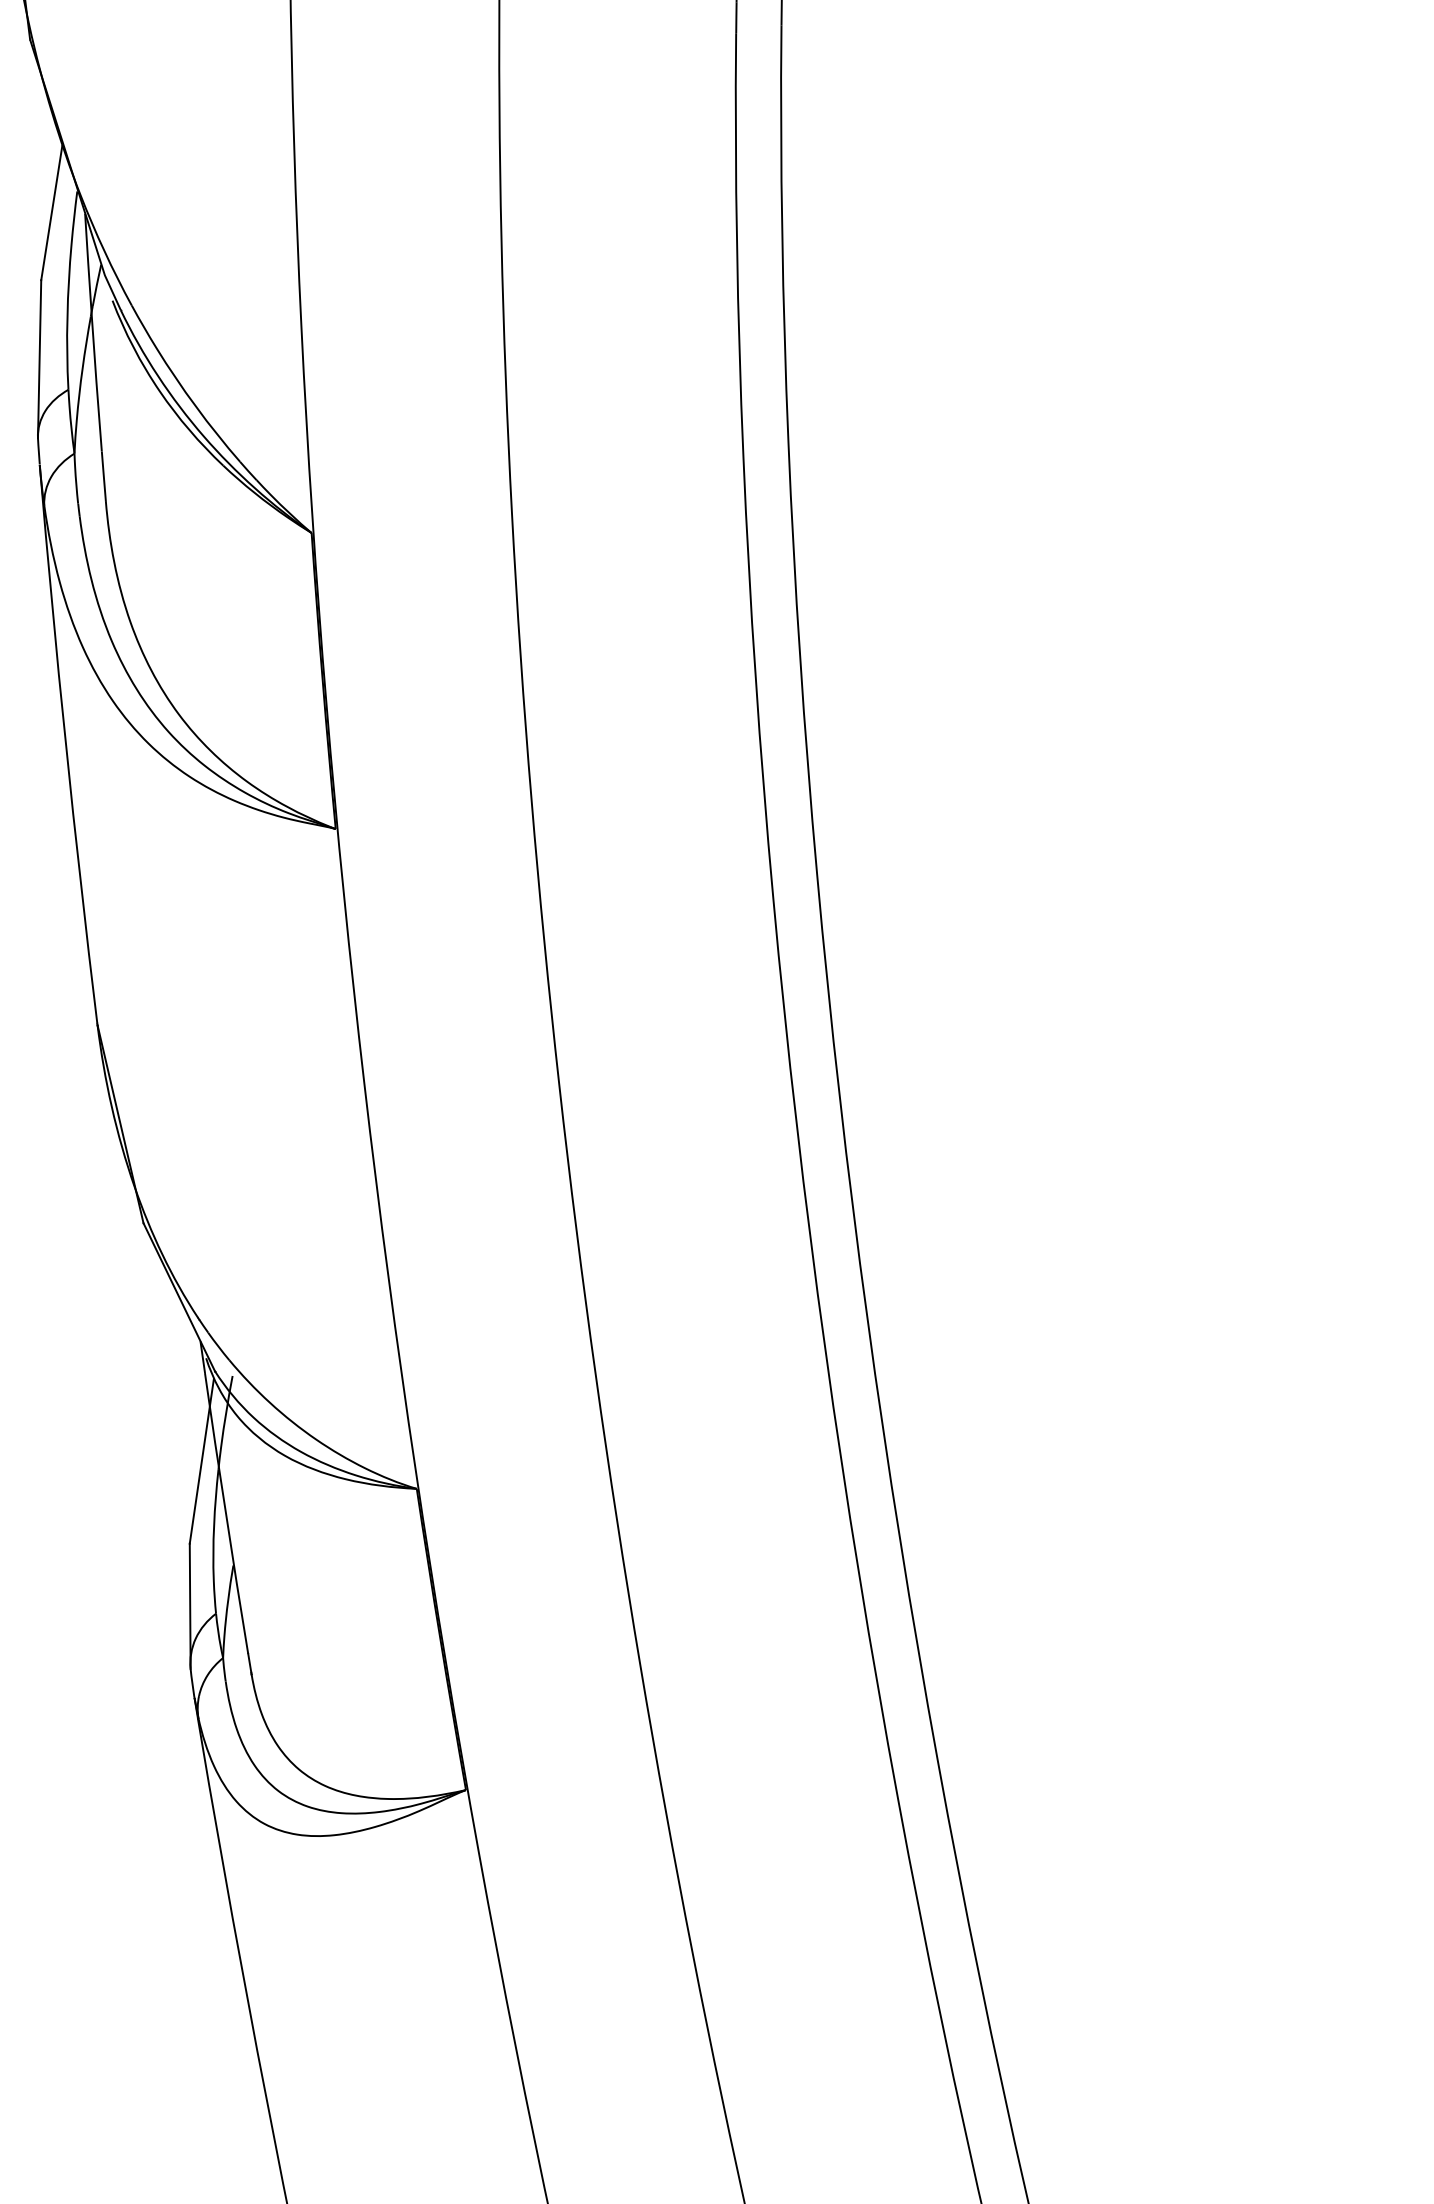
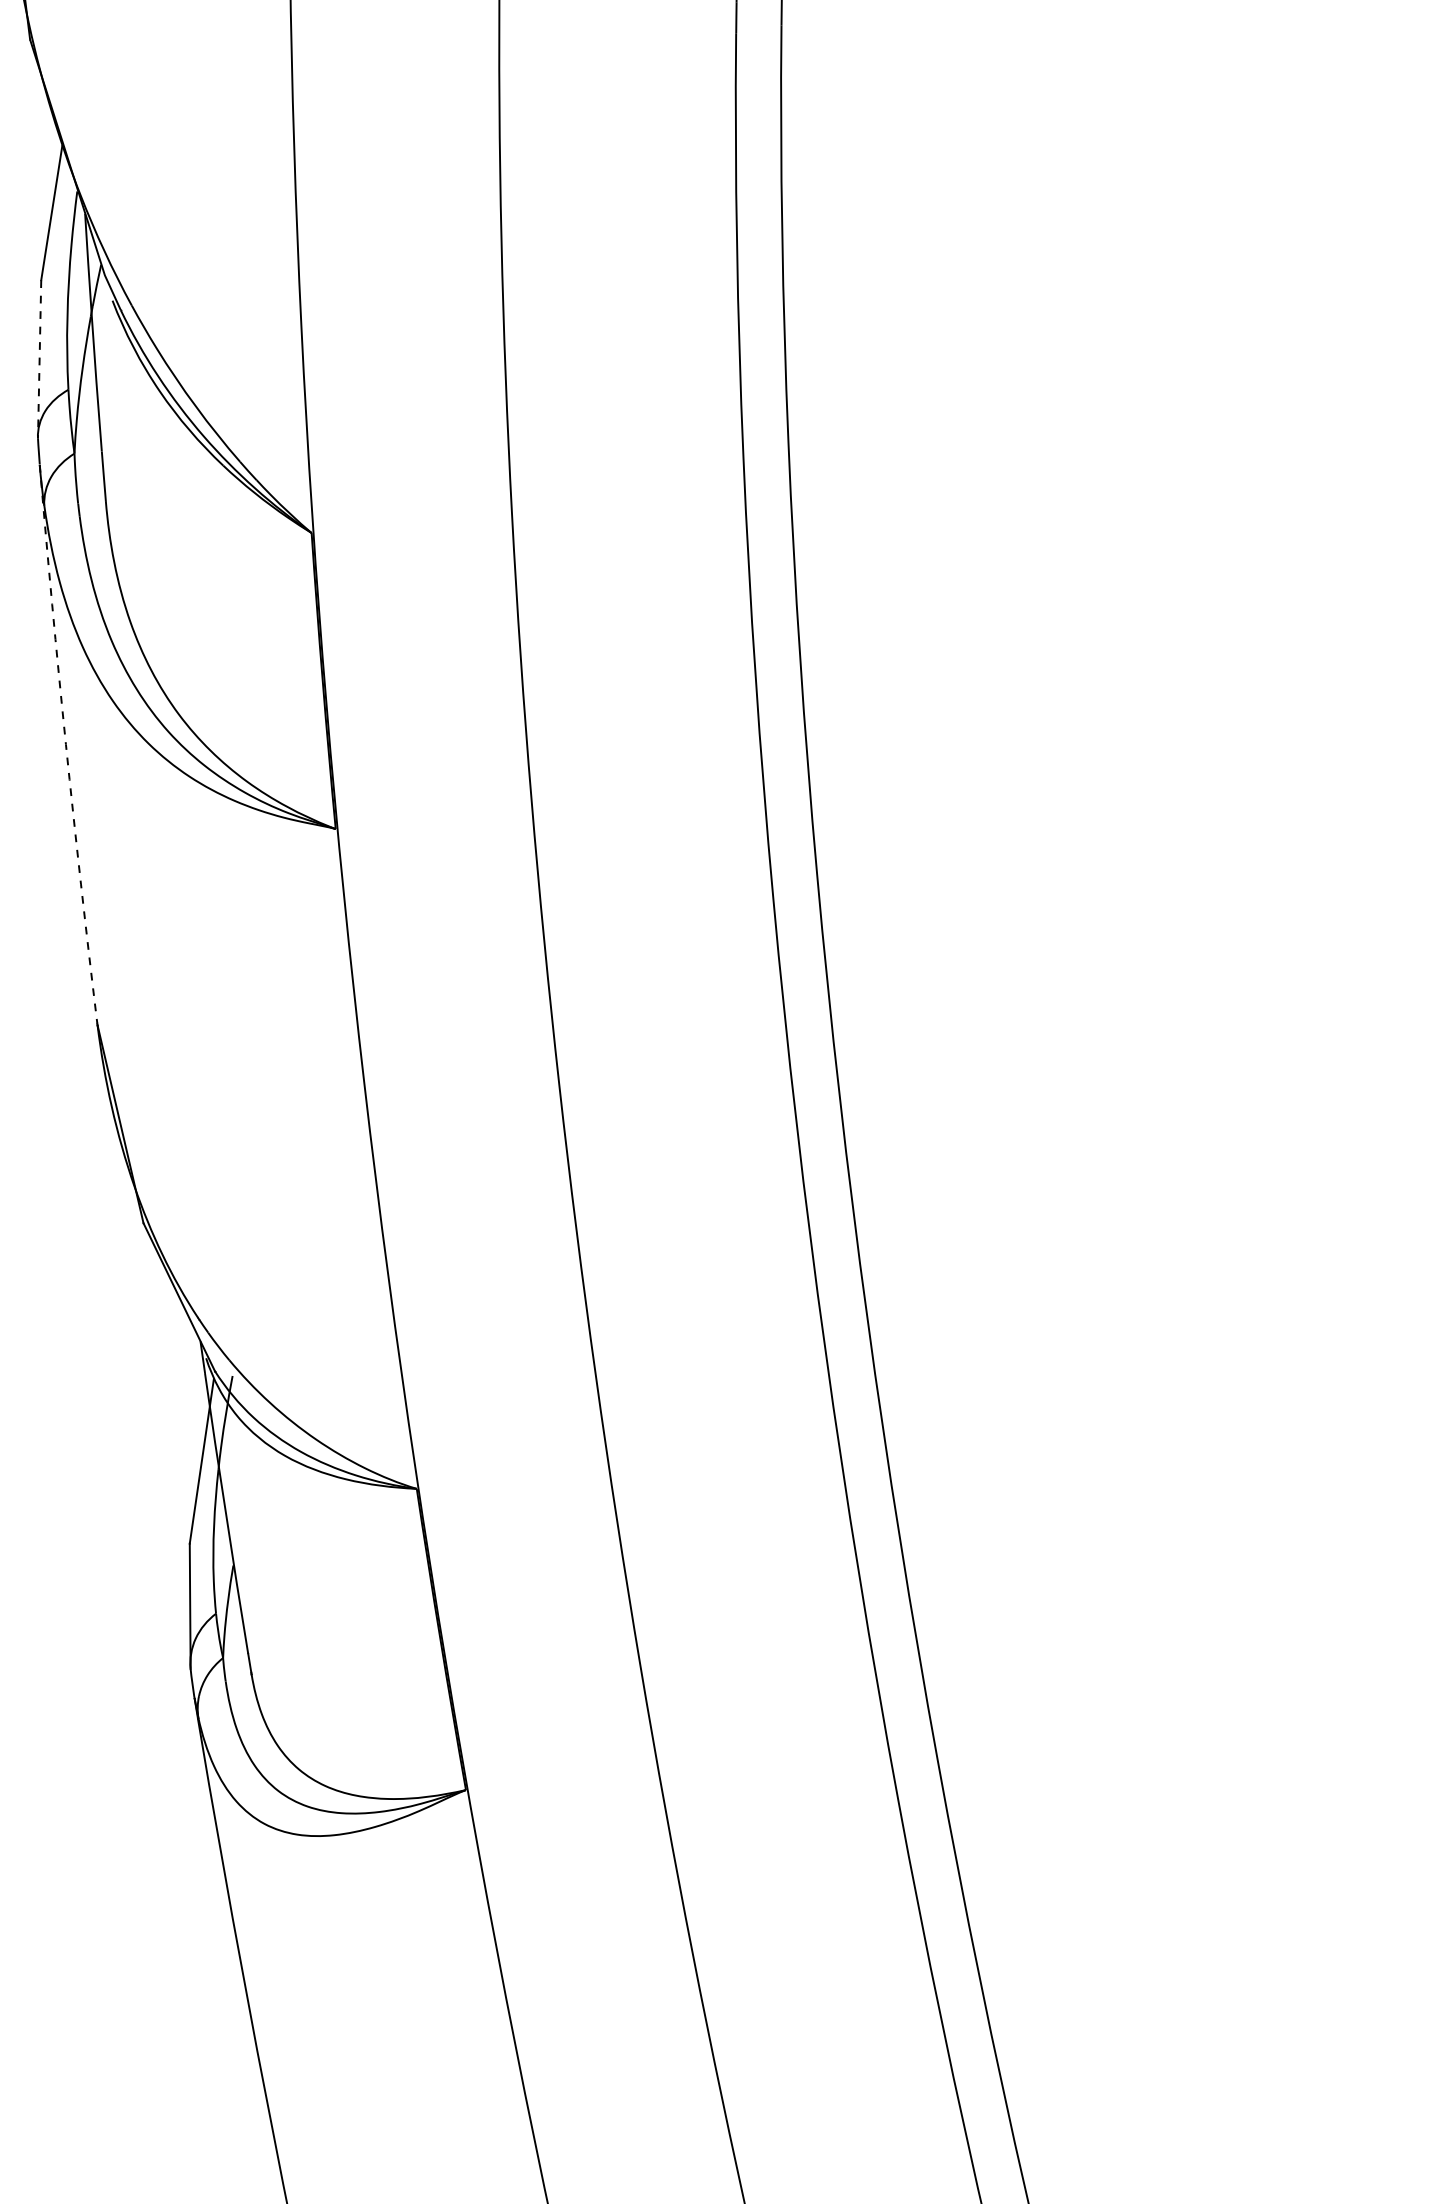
line at (39, 359): solid -> dashed
arc at (65, 744): solid -> dashed
